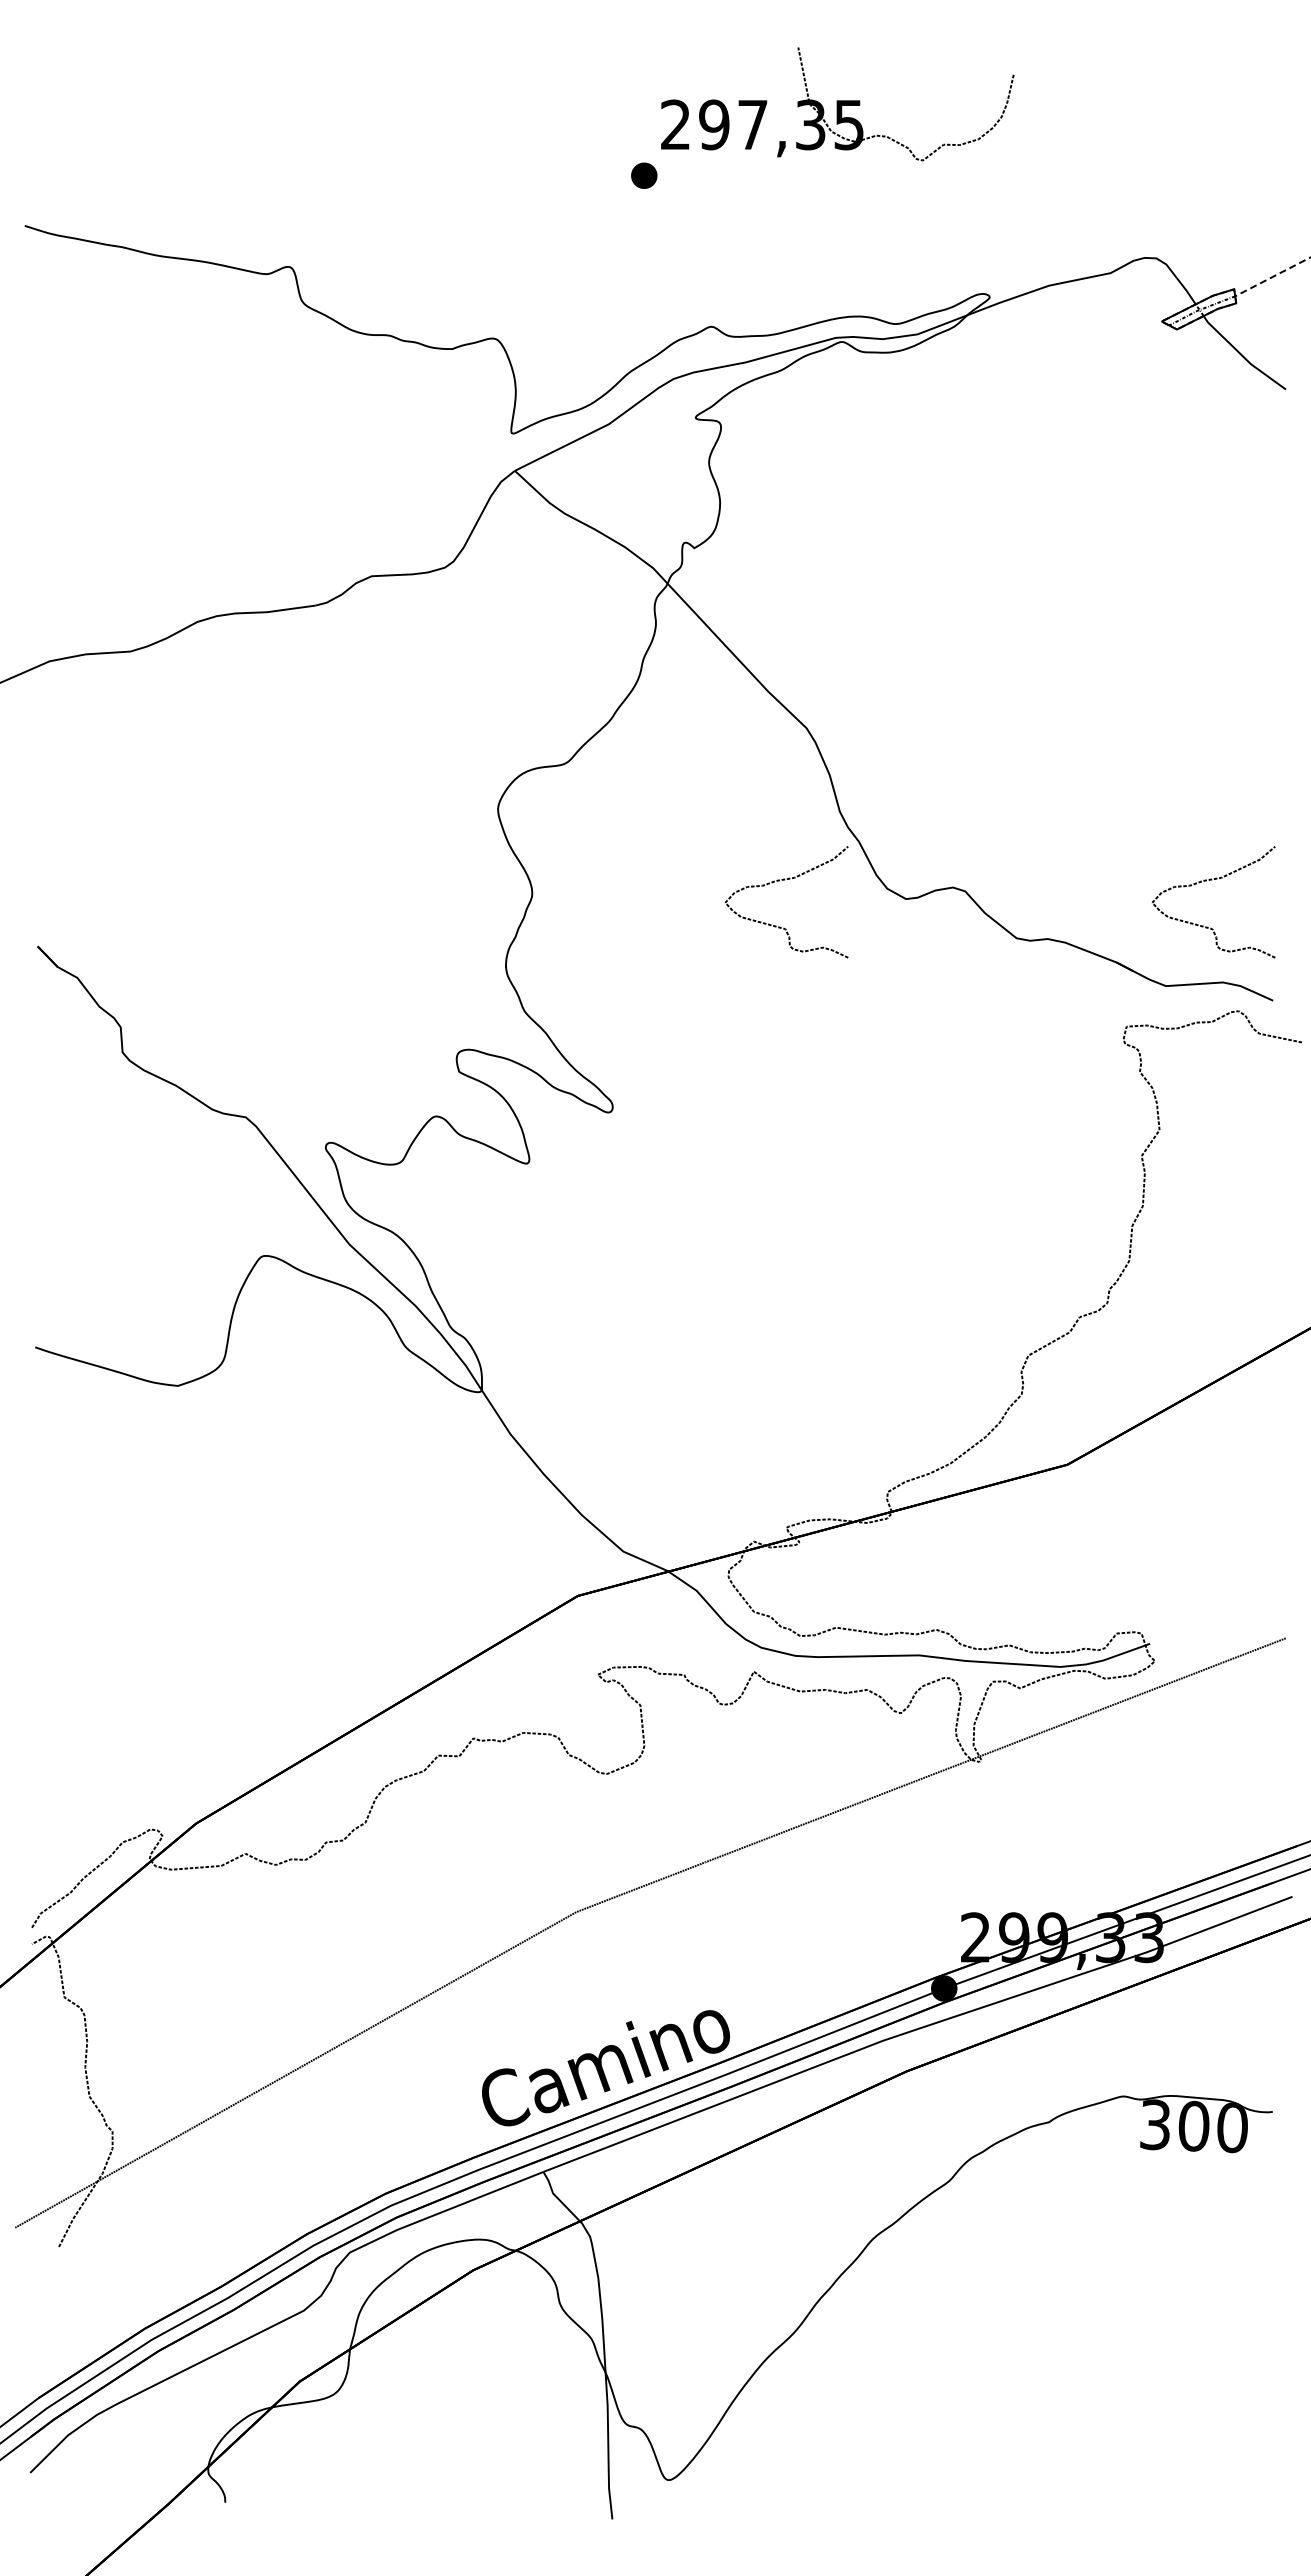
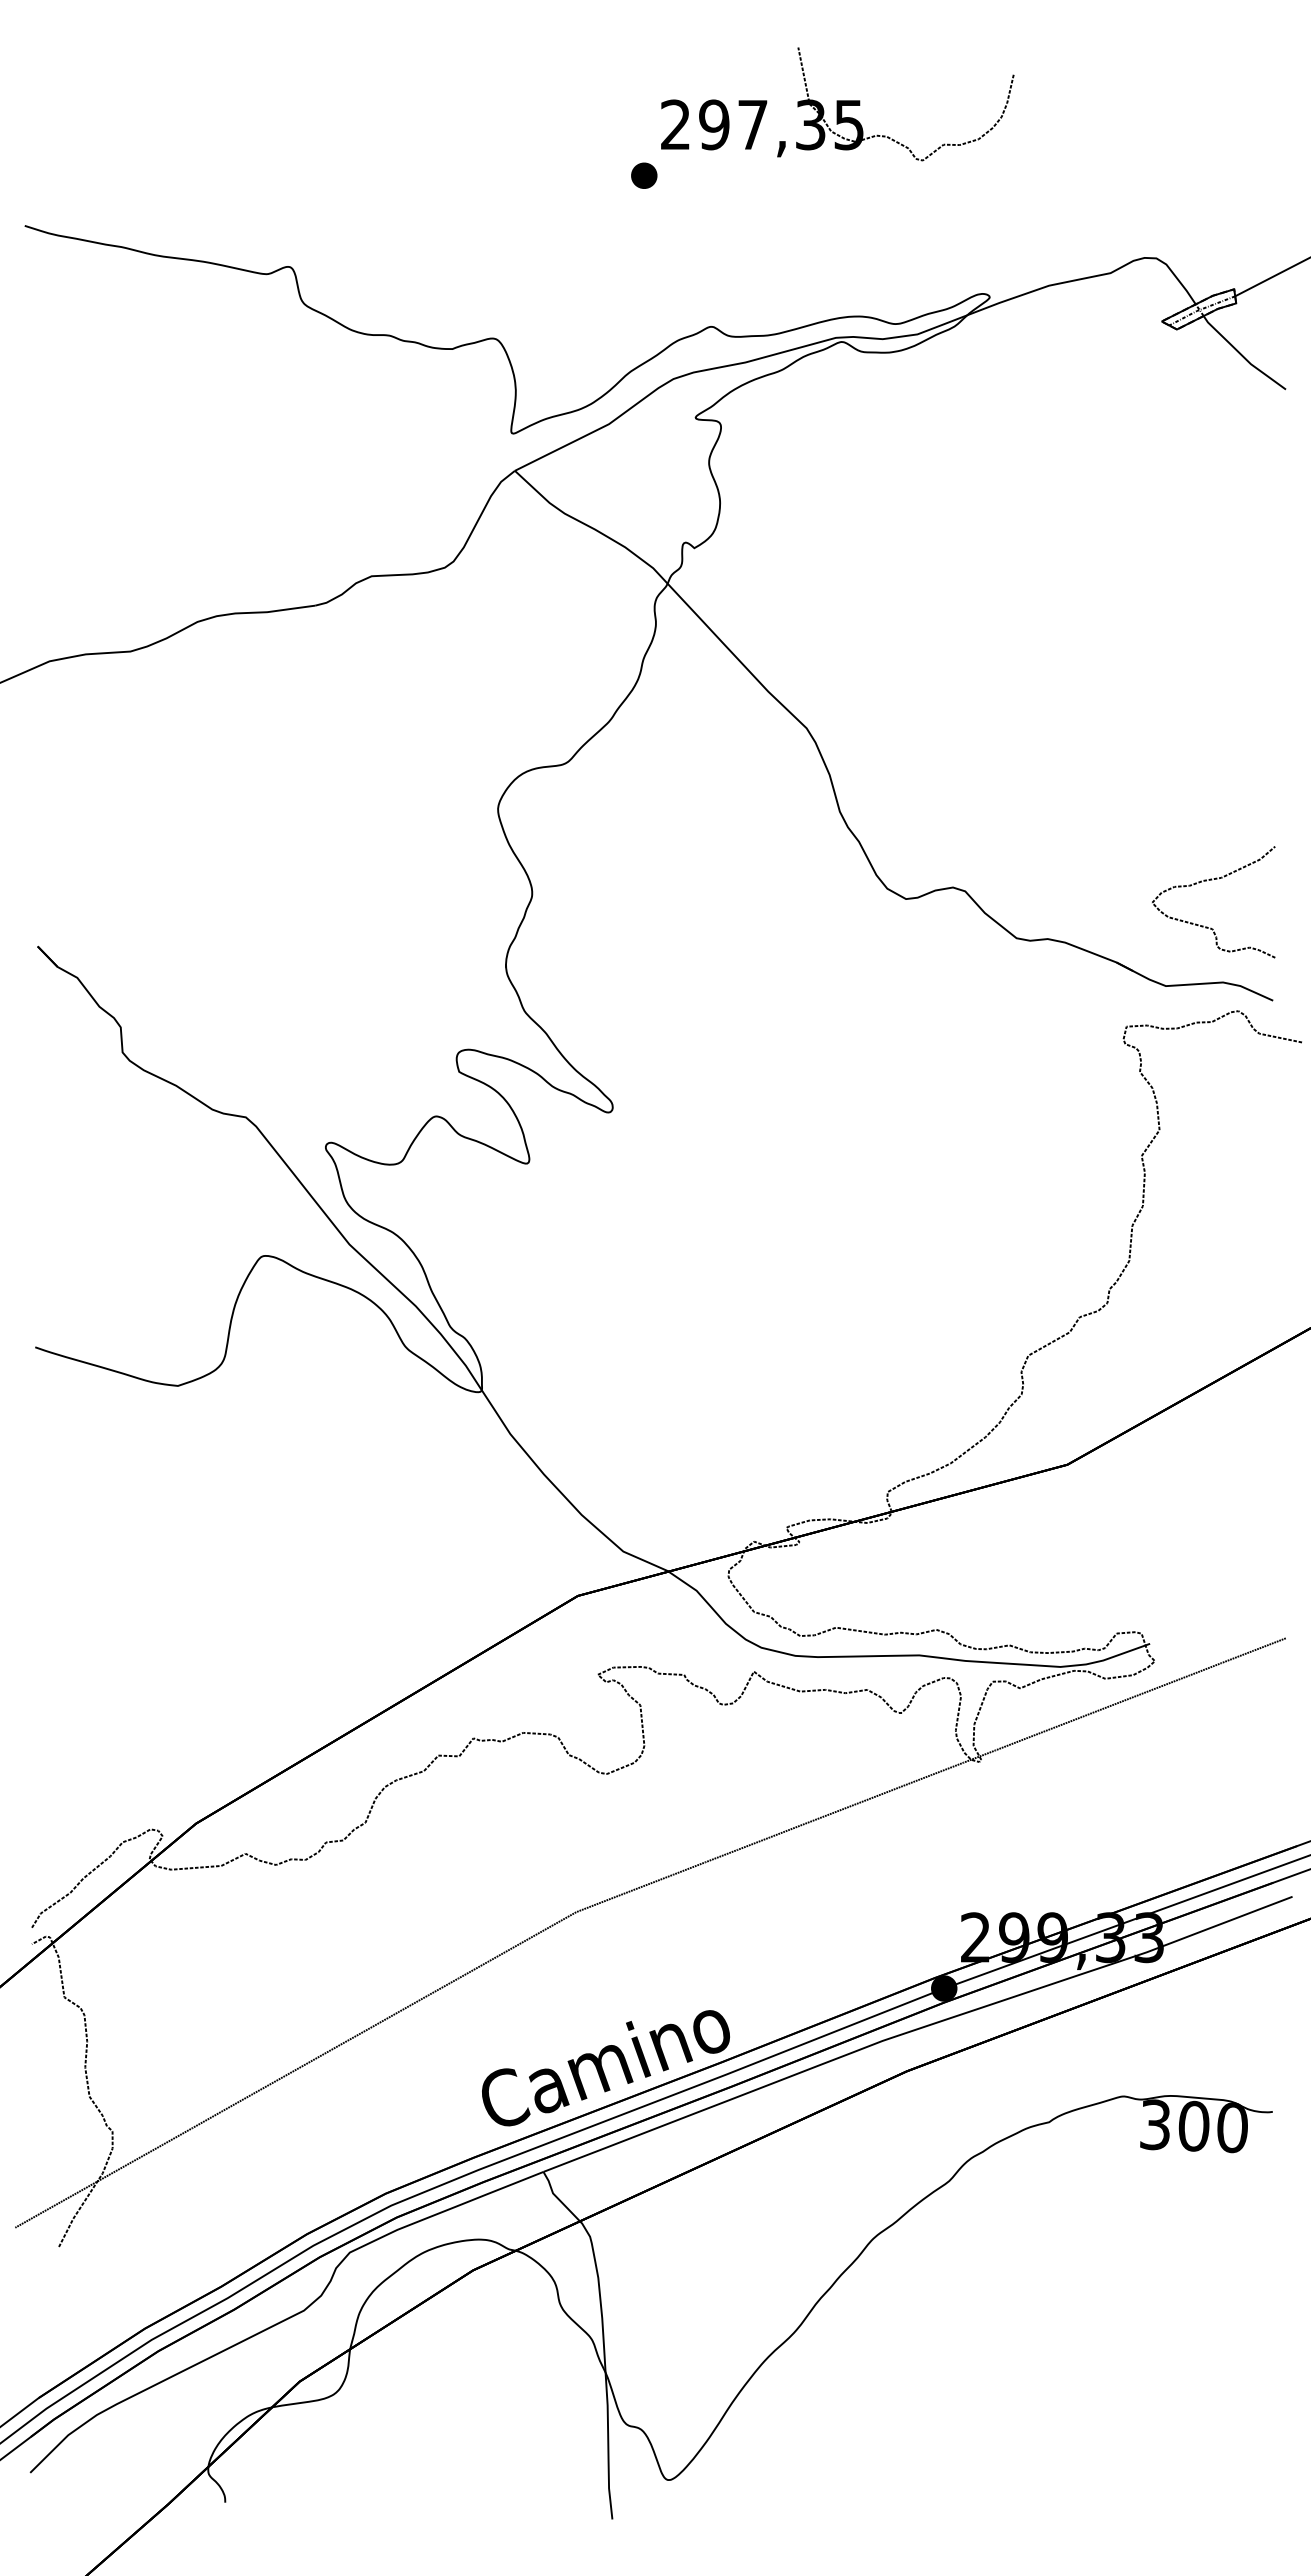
line at (1272, 277): dashed -> solid
curve at (784, 880): present -> none
